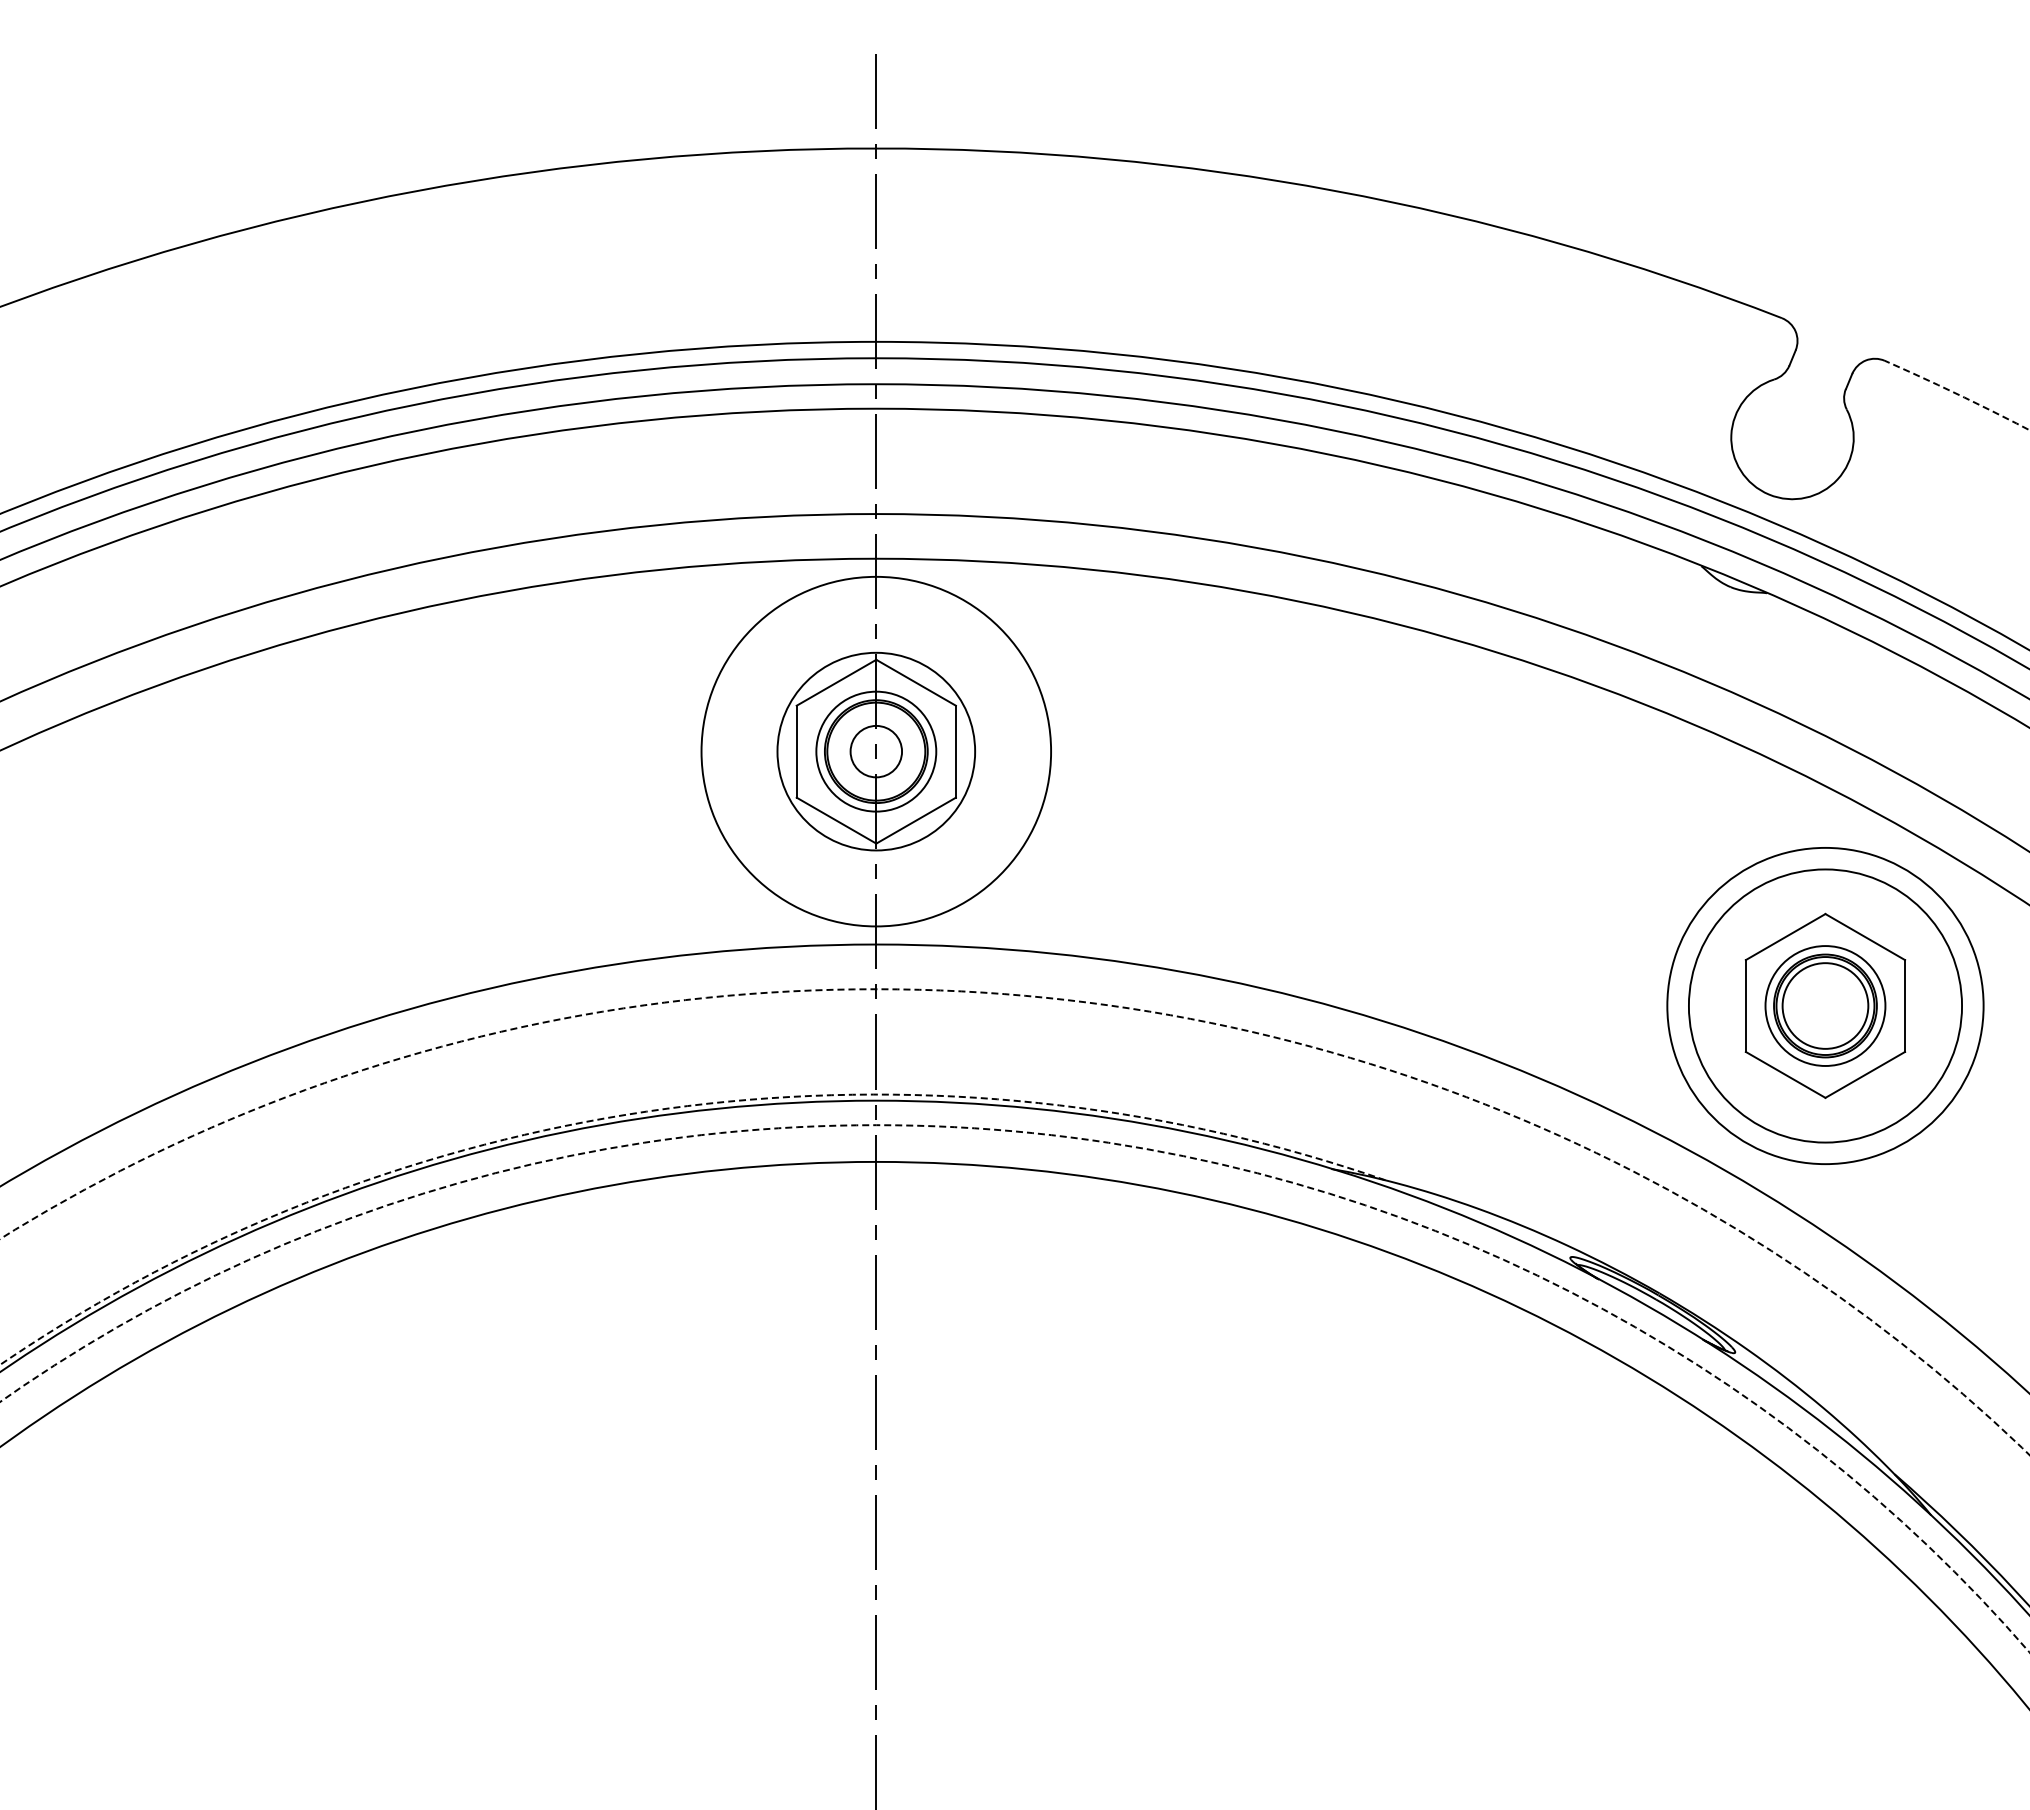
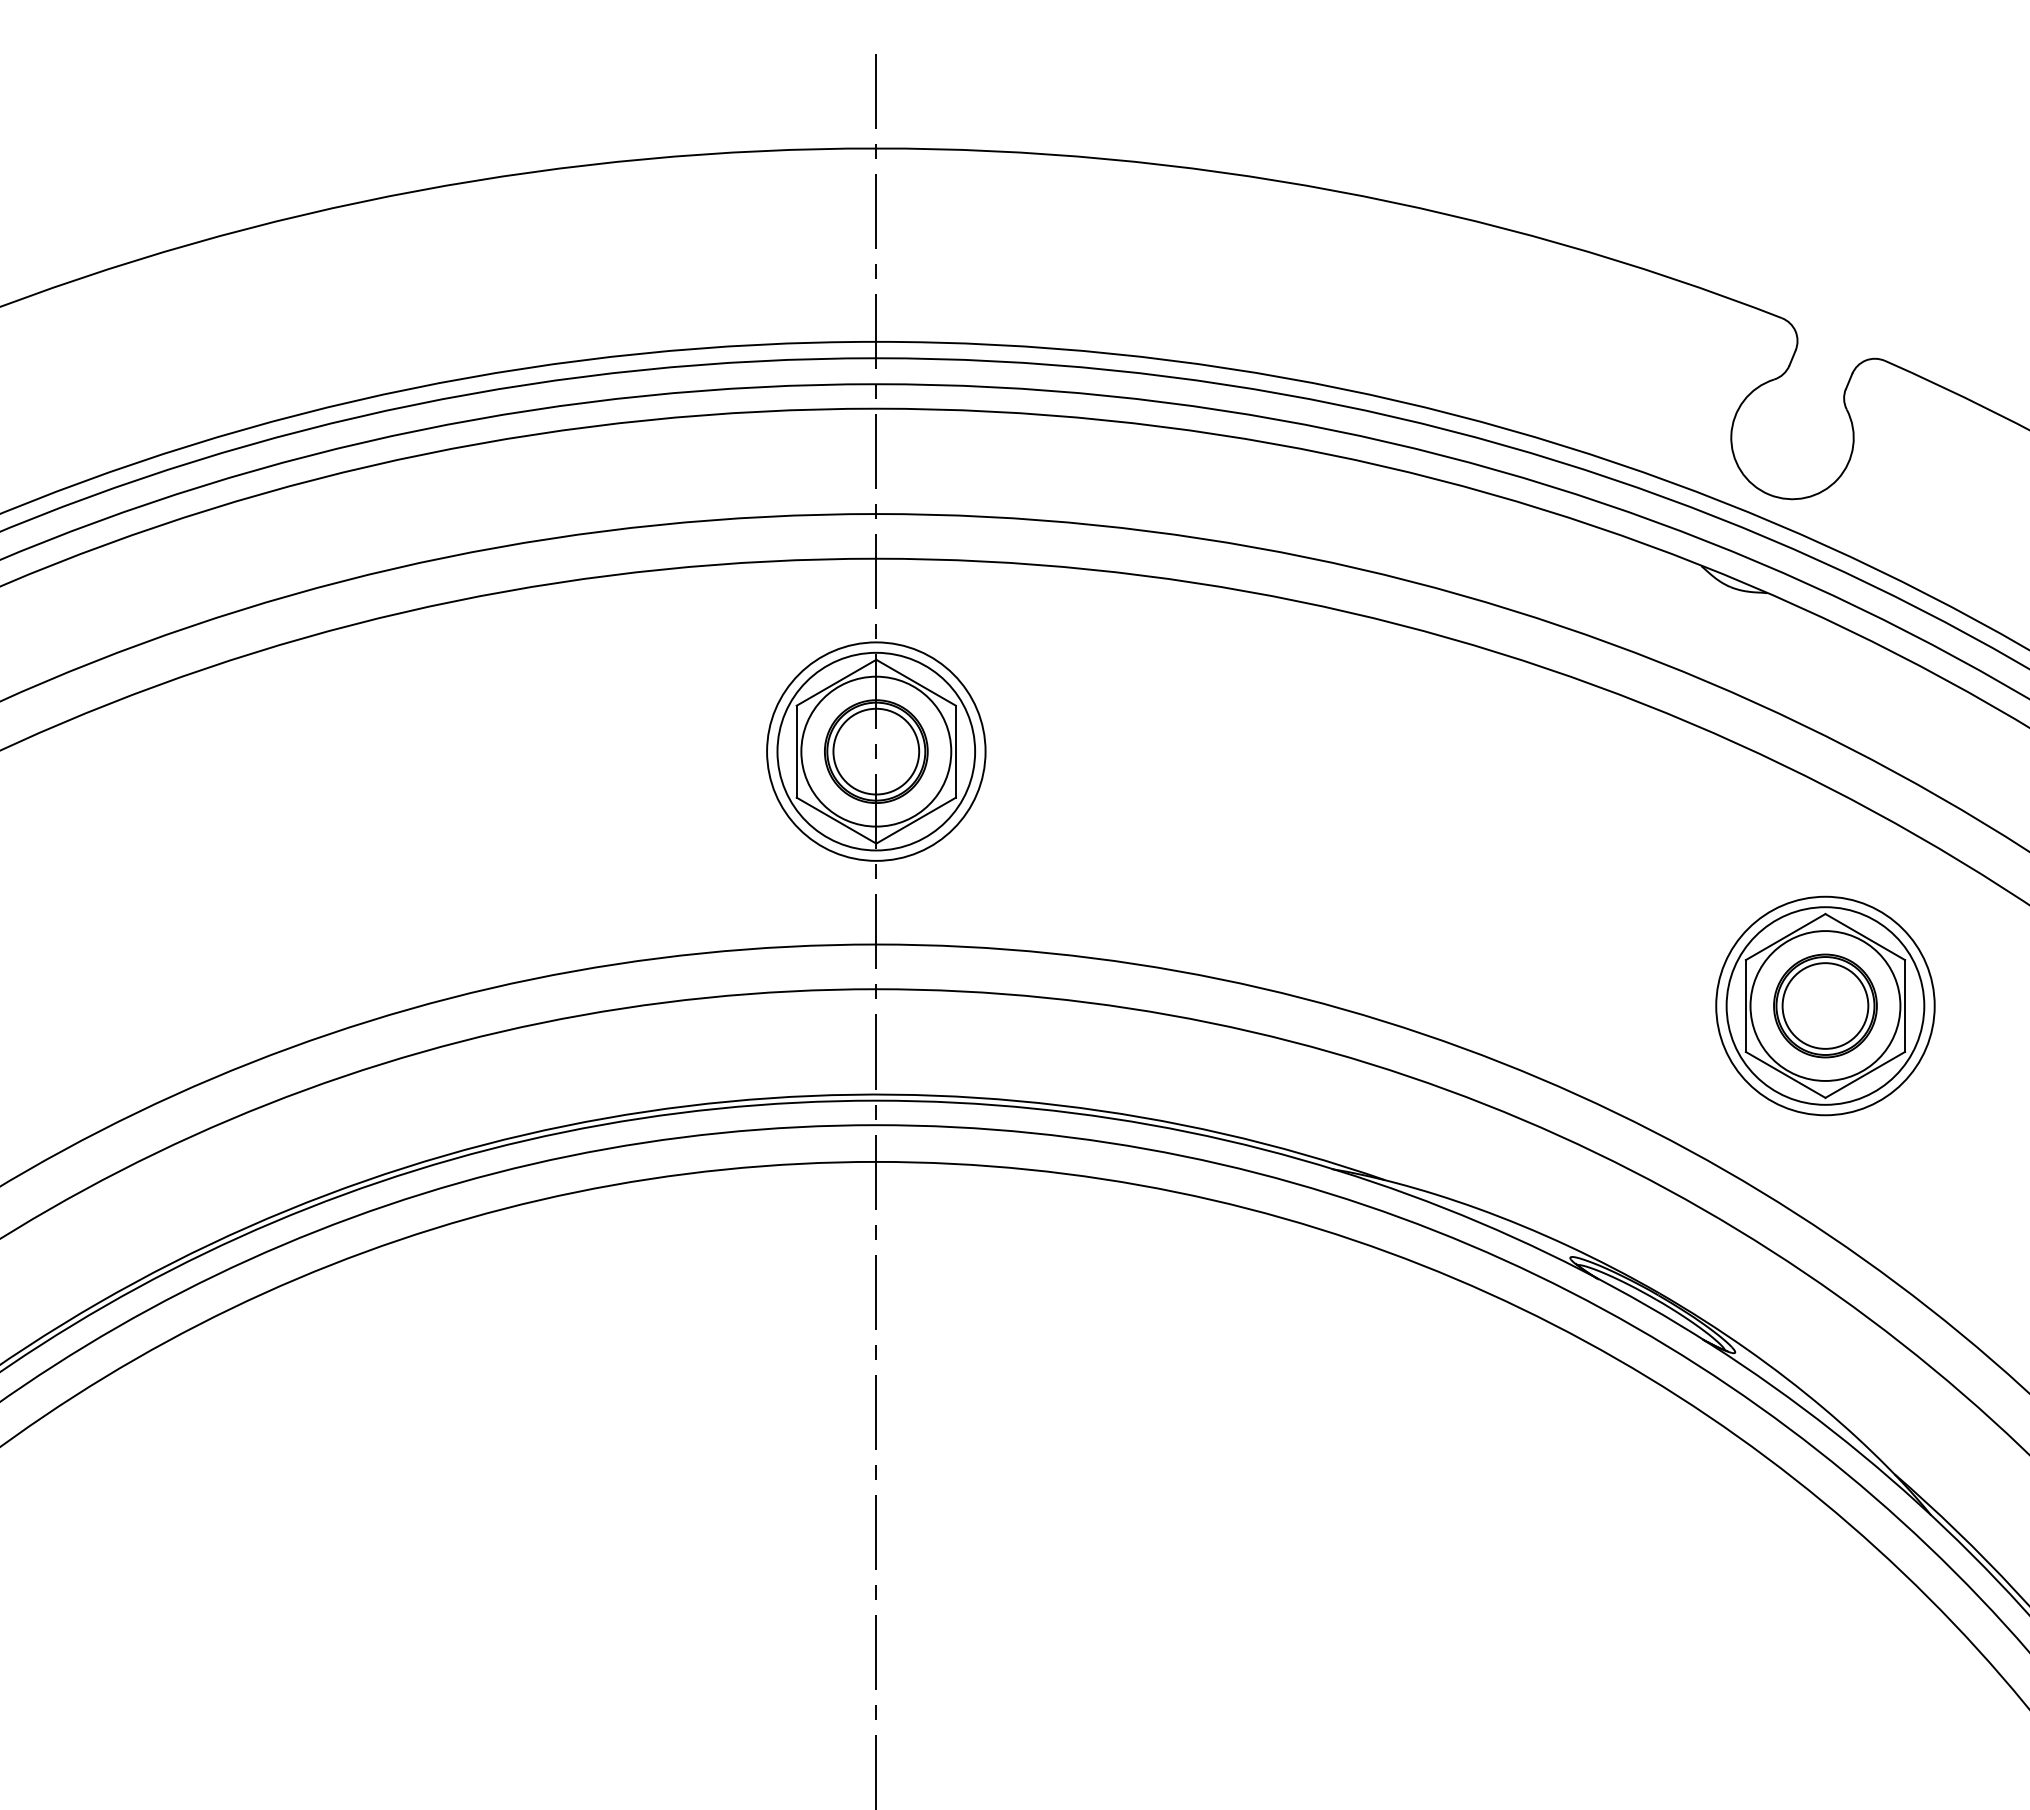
arc at (1958, 394): dashed -> solid
circle at (876, 751) diameter: 120 px -> 150 px
circle at (876, 751) diameter: 350 px -> 218 px
circle at (876, 751) diameter: 51 px -> 86 px
circle at (1825, 1005) diameter: 120 px -> 150 px
circle at (1825, 1005) diameter: 273 px -> 218 px
circle at (1825, 1005) diameter: 316 px -> 198 px
arc at (668, 1108): dashed -> solid
circle at (1014, 1222): dashed -> solid
circle at (1014, 1388): dashed -> solid
